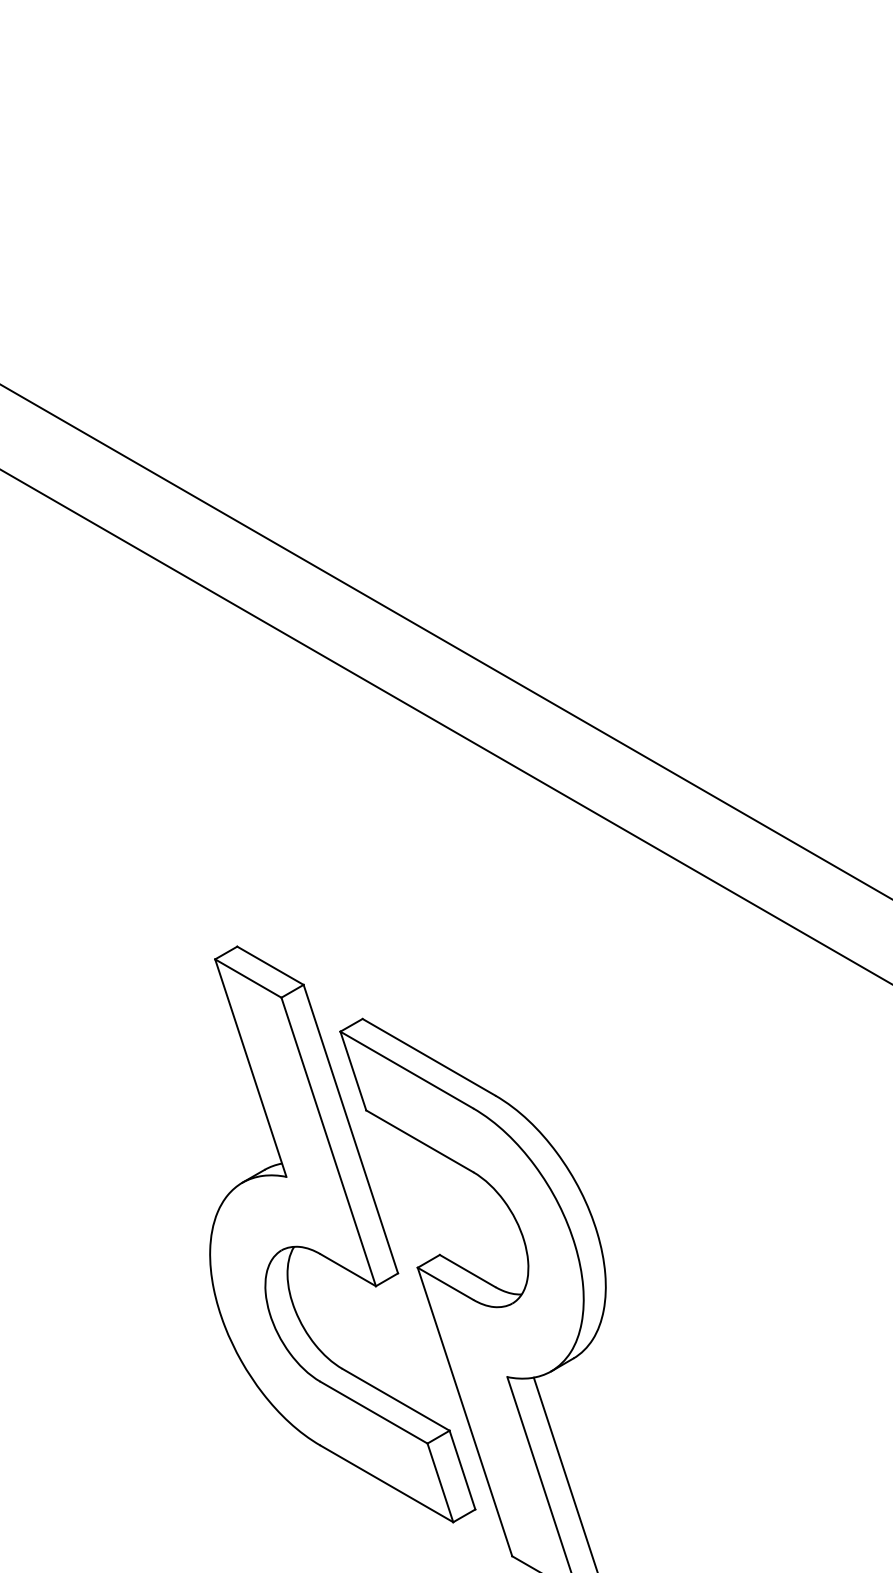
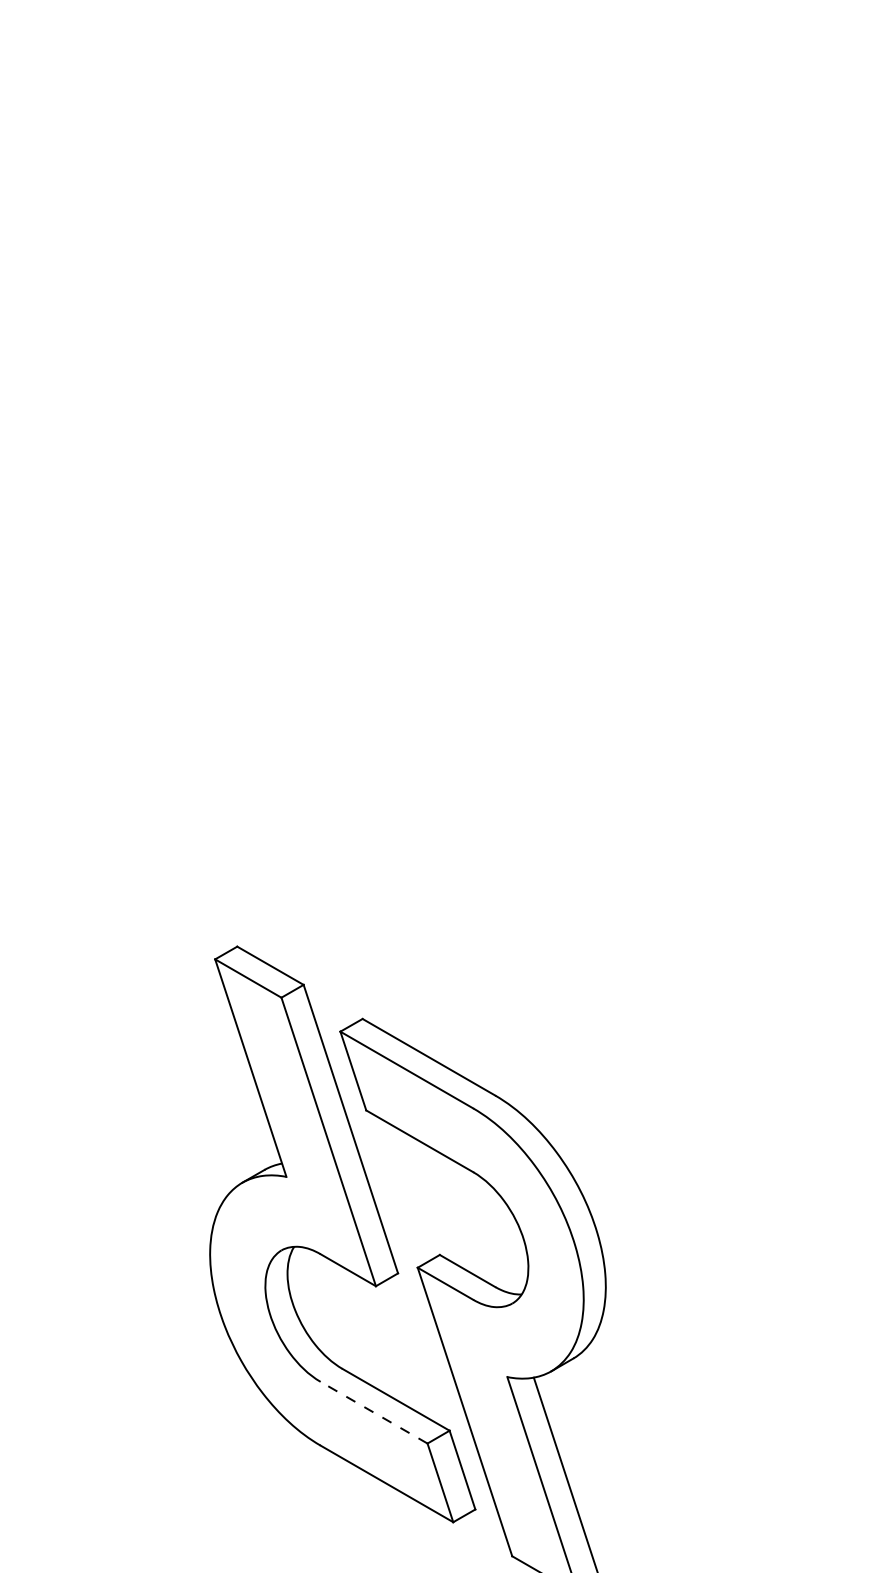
line at (445, 641): present -> none
line at (445, 726): present -> none
line at (374, 1412): solid -> dashed
